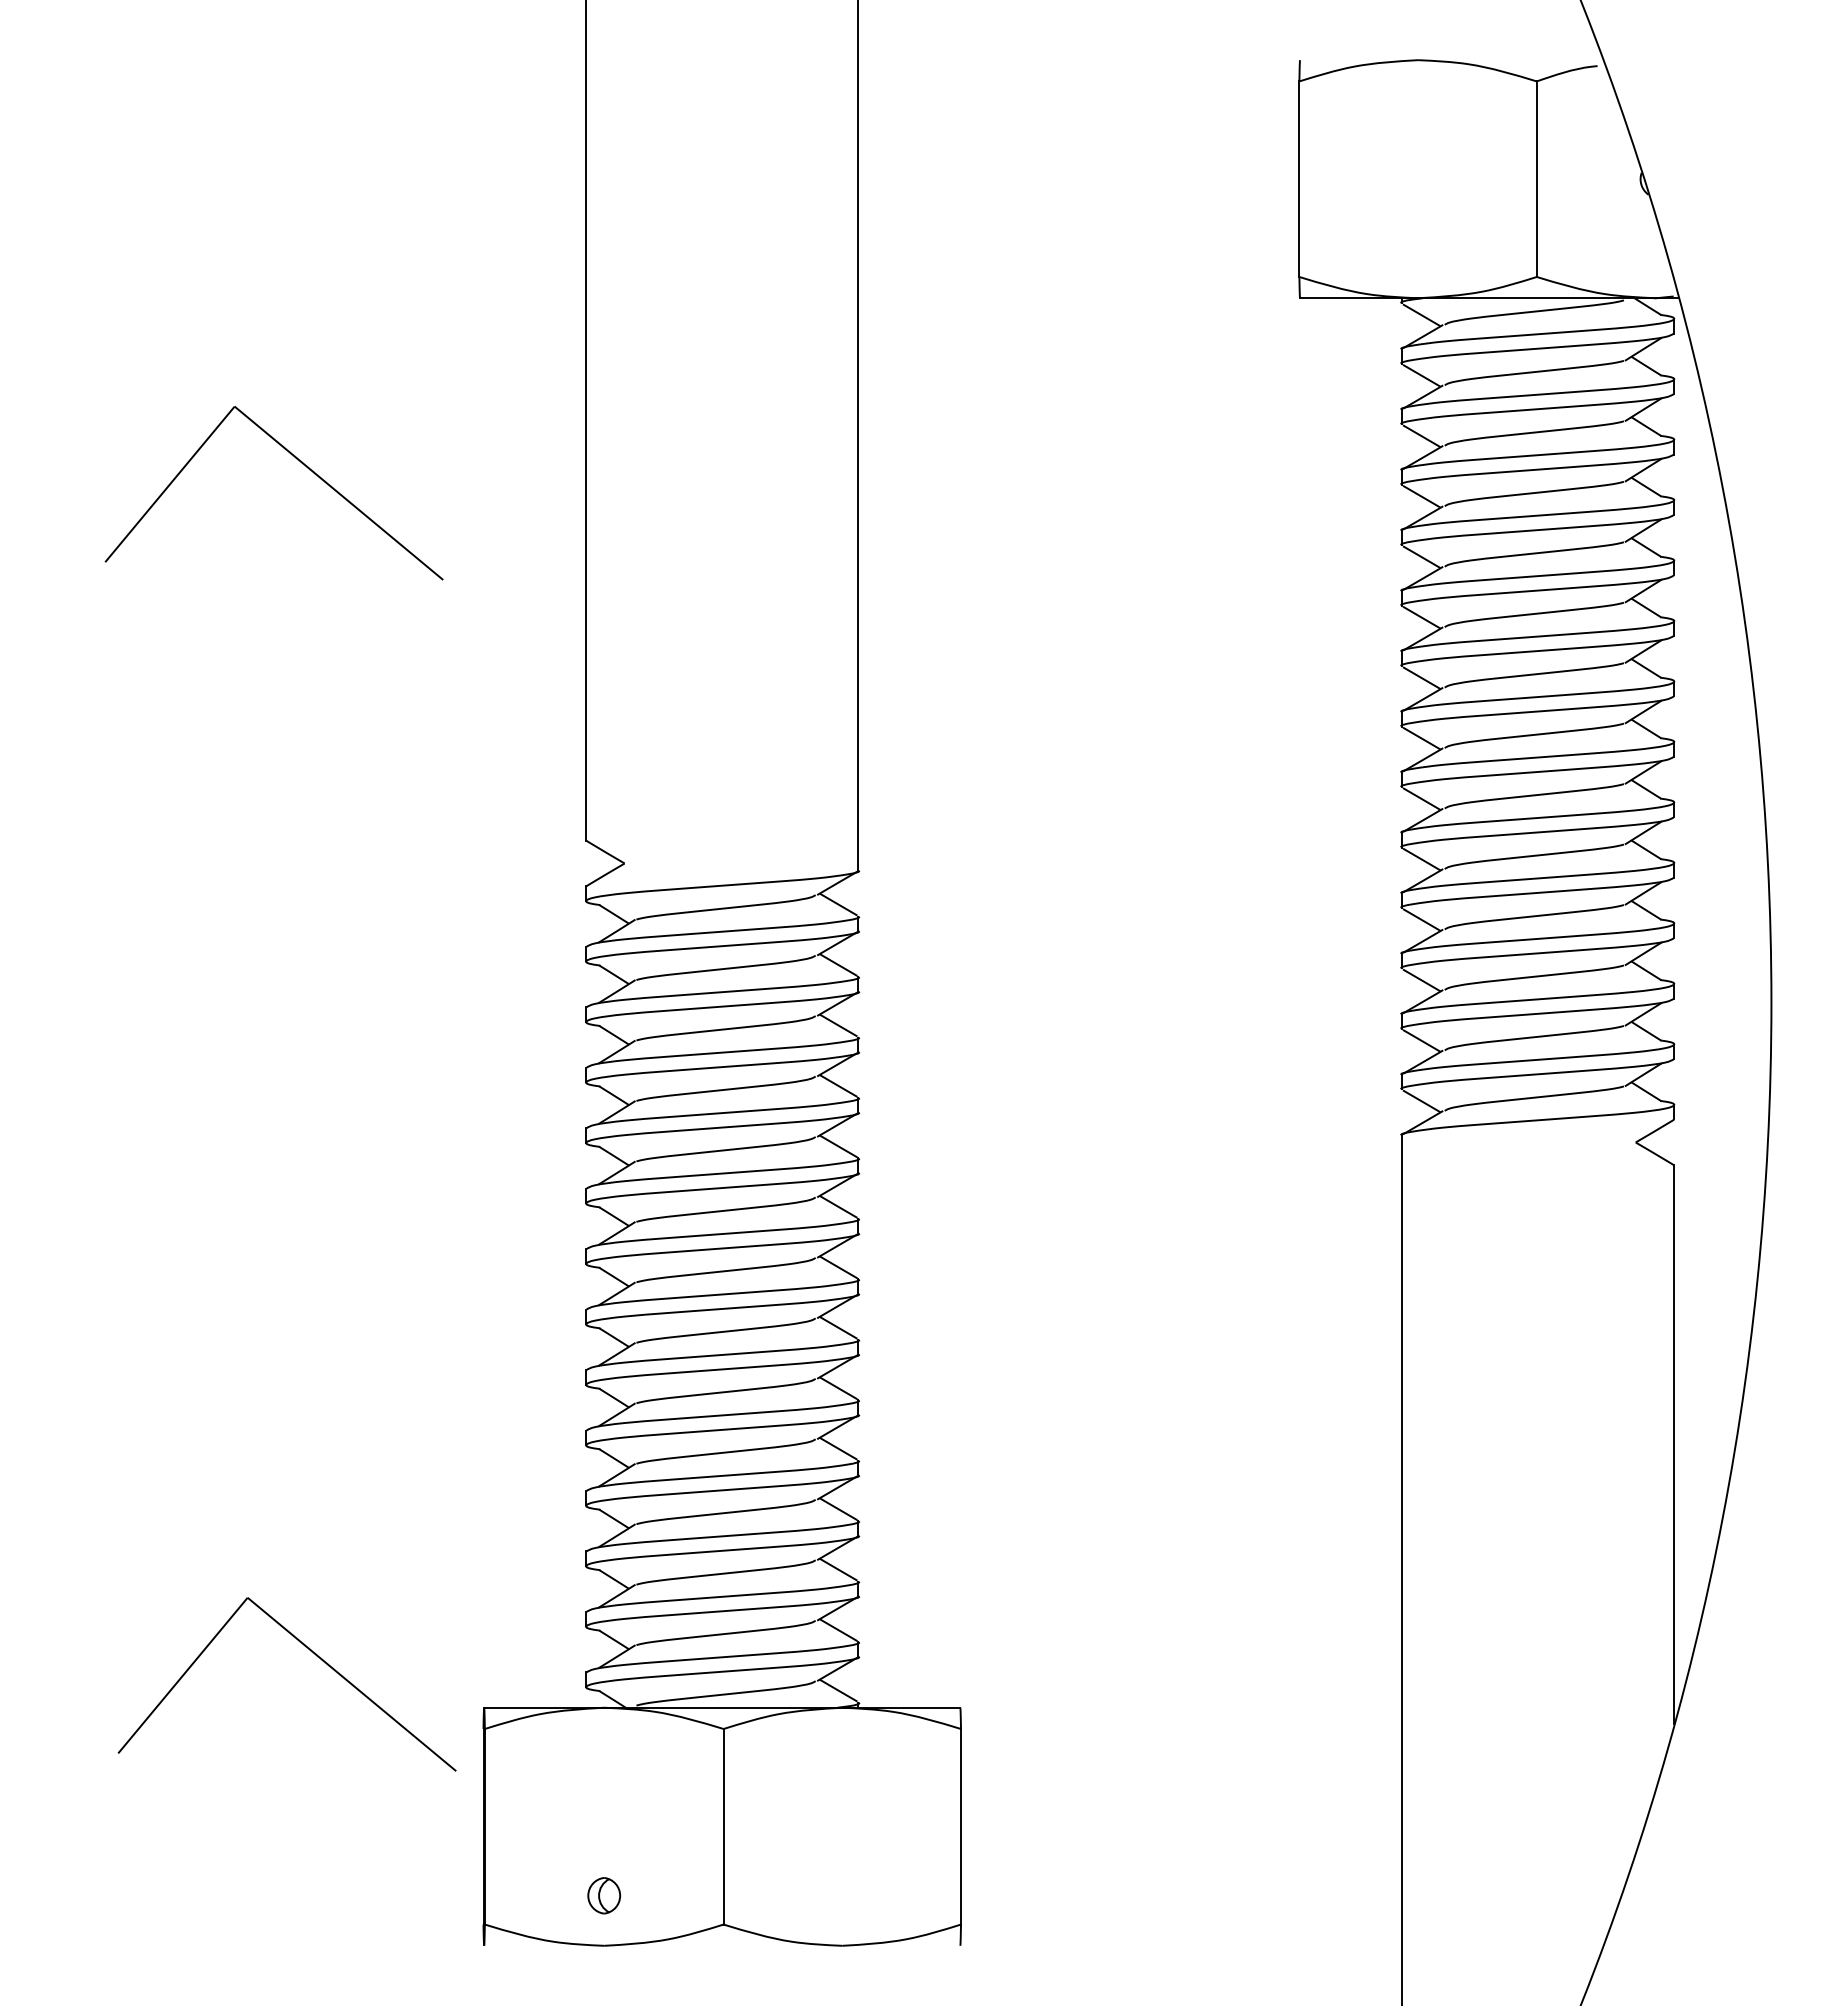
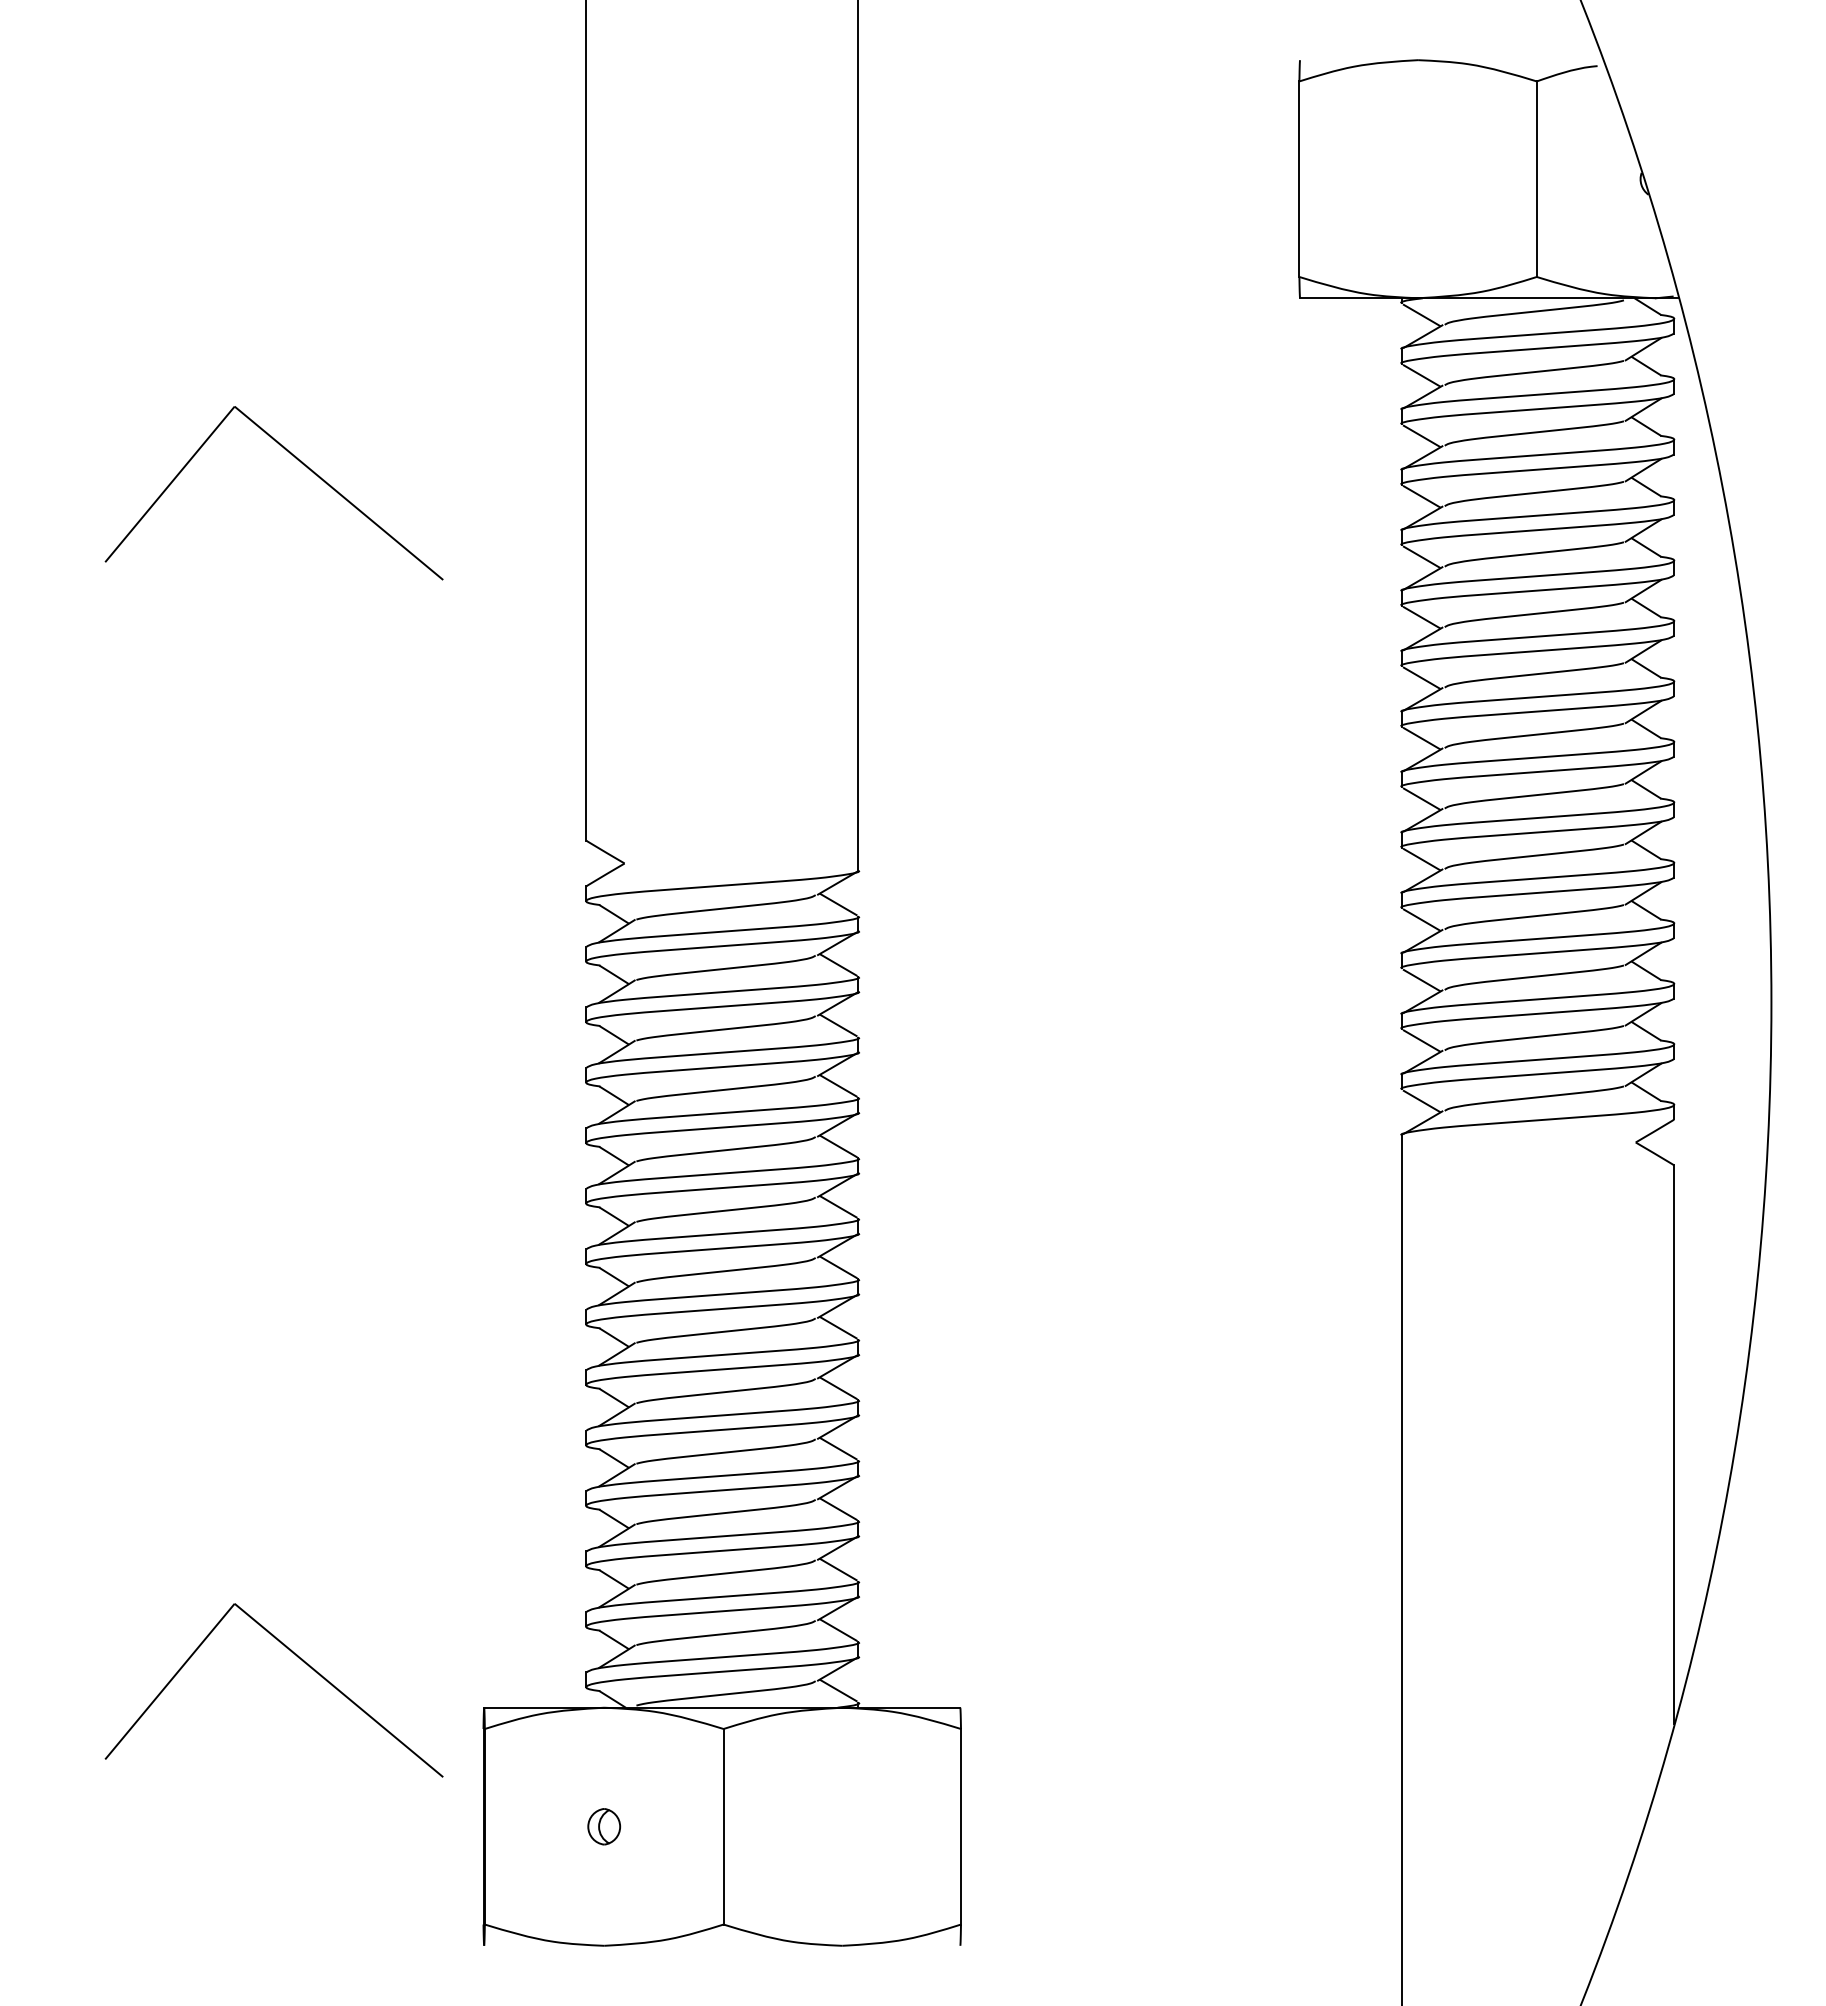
part at (311, 1652) position: (311, 1652) -> (298, 1658)
part at (604, 1895) position: (604, 1895) -> (604, 1826)
